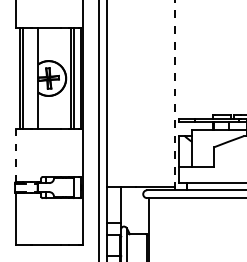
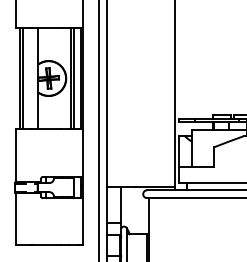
line at (174, 95): dashed -> solid
line at (15, 155): dashed -> solid
